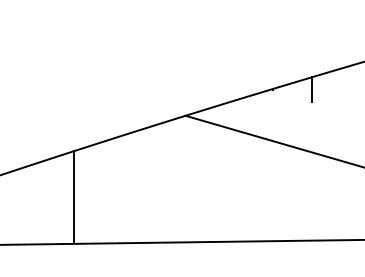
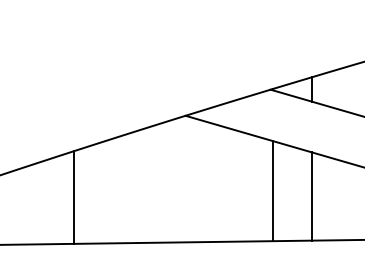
line at (315, 102): none -> present
line at (273, 191): none -> present
line at (312, 196): none -> present
